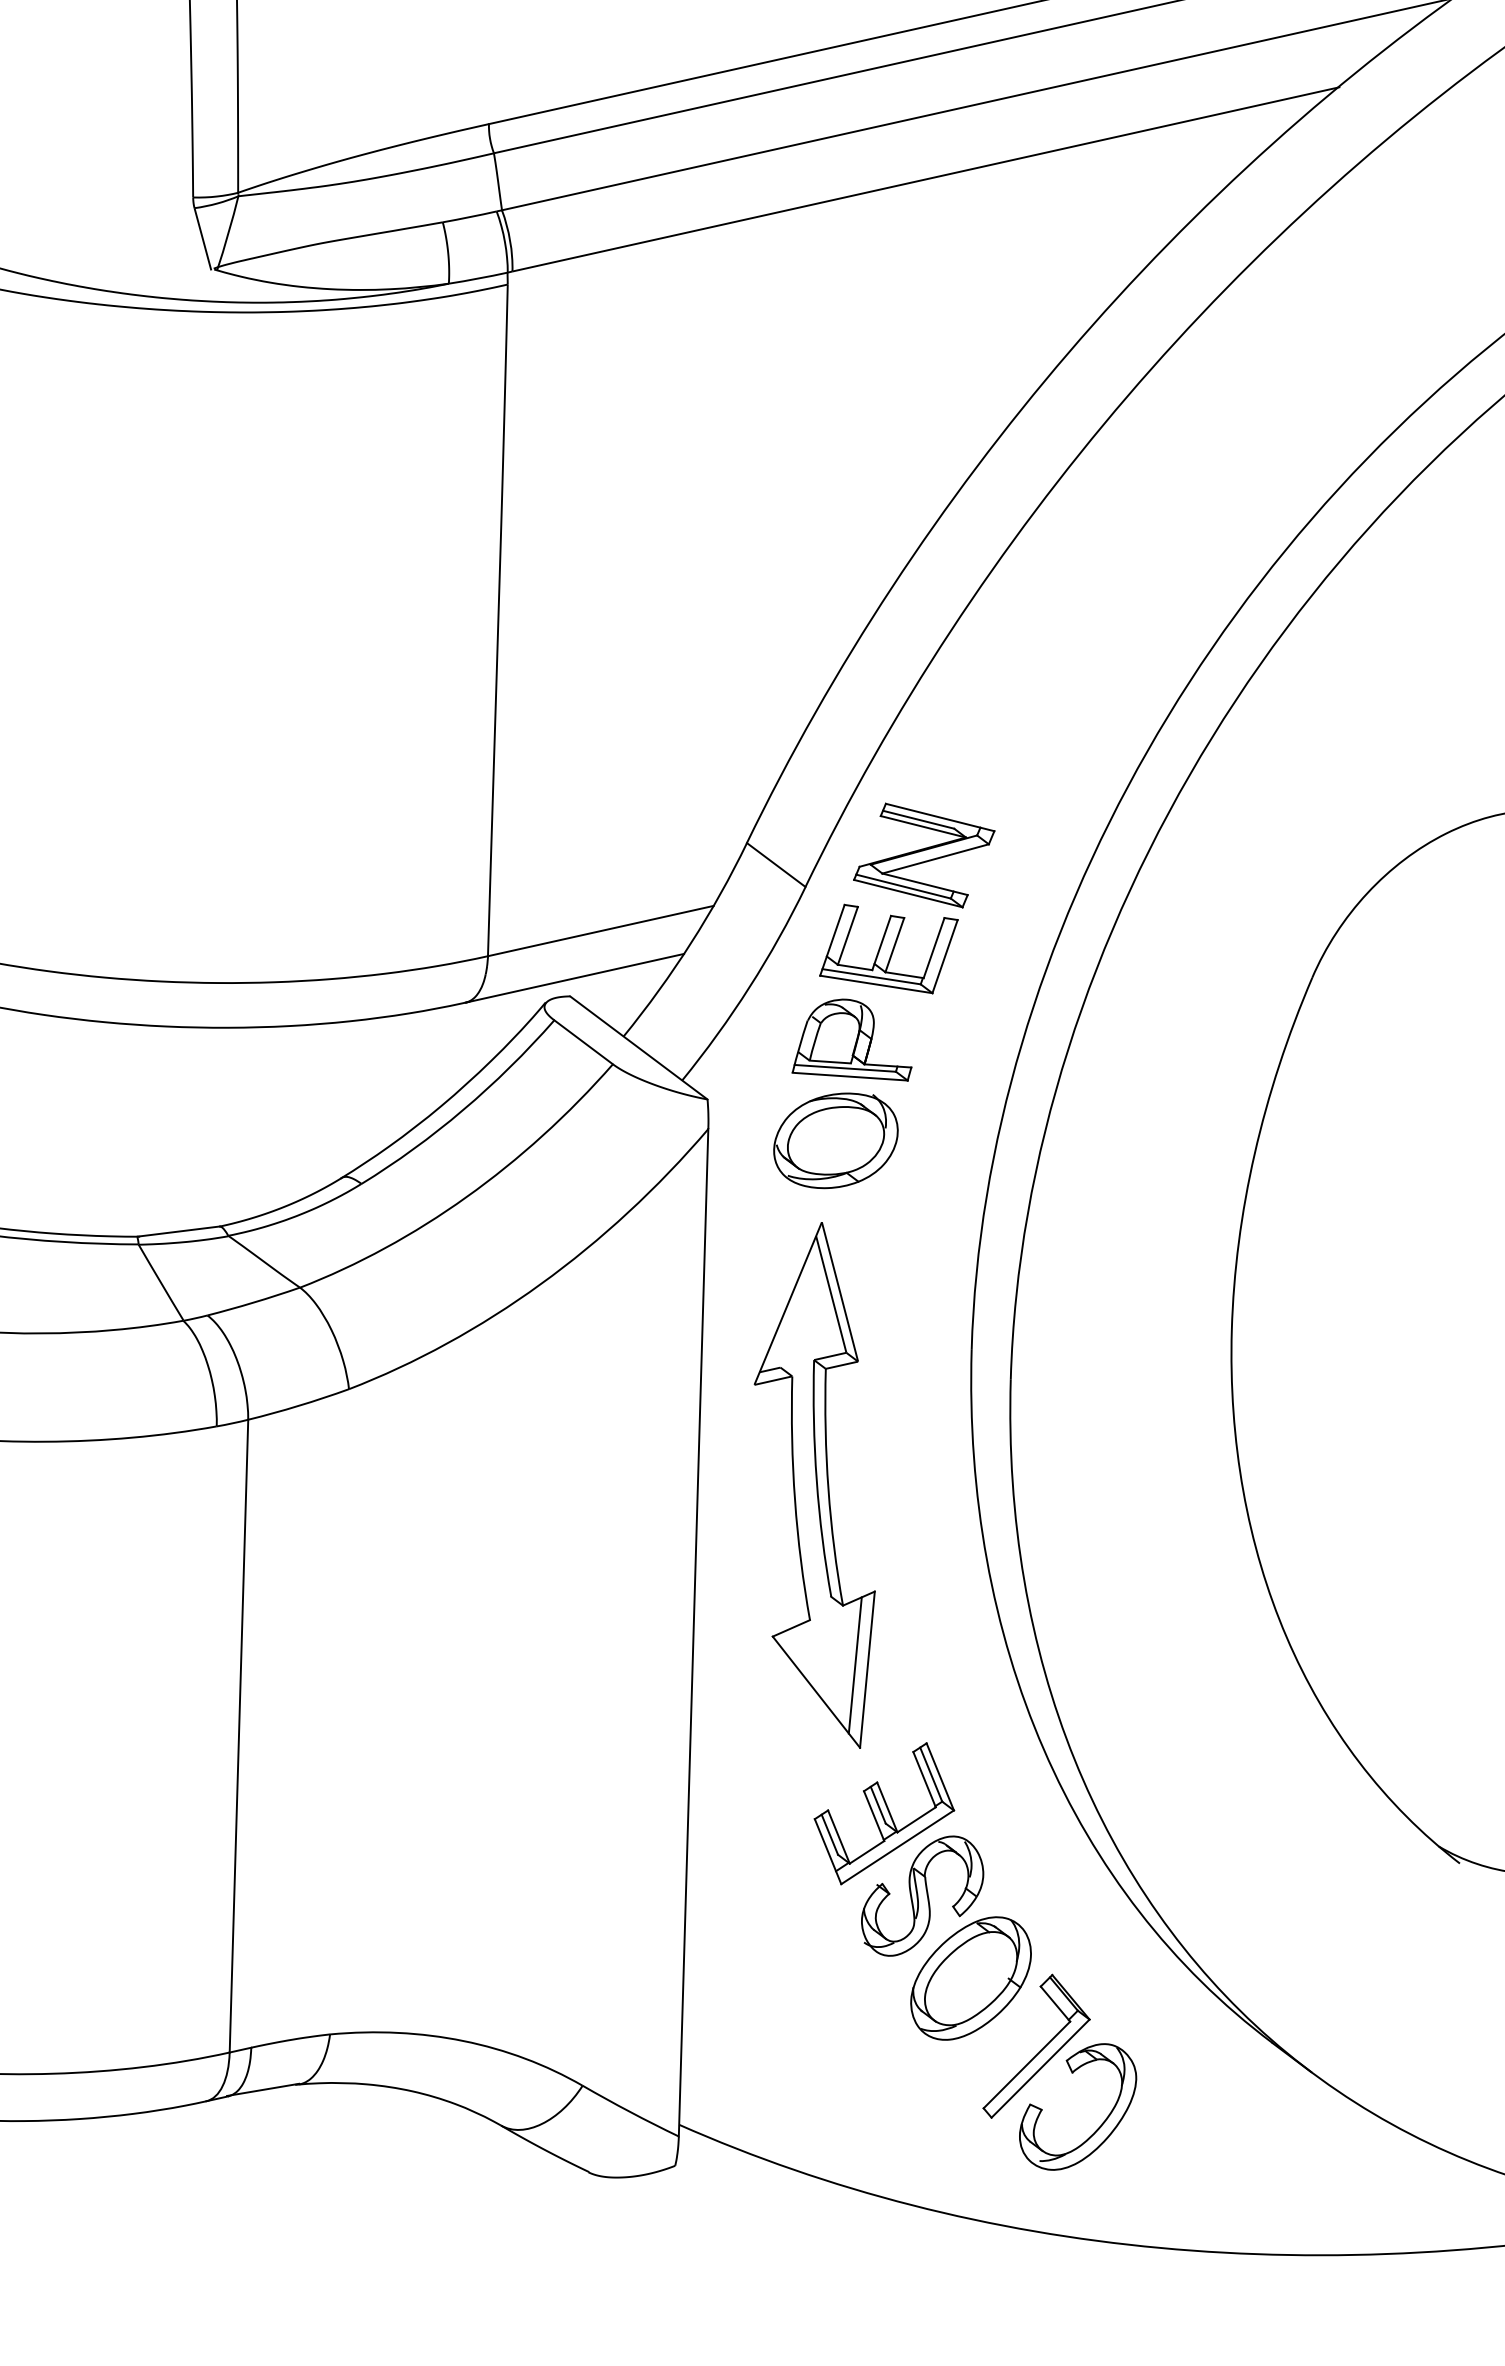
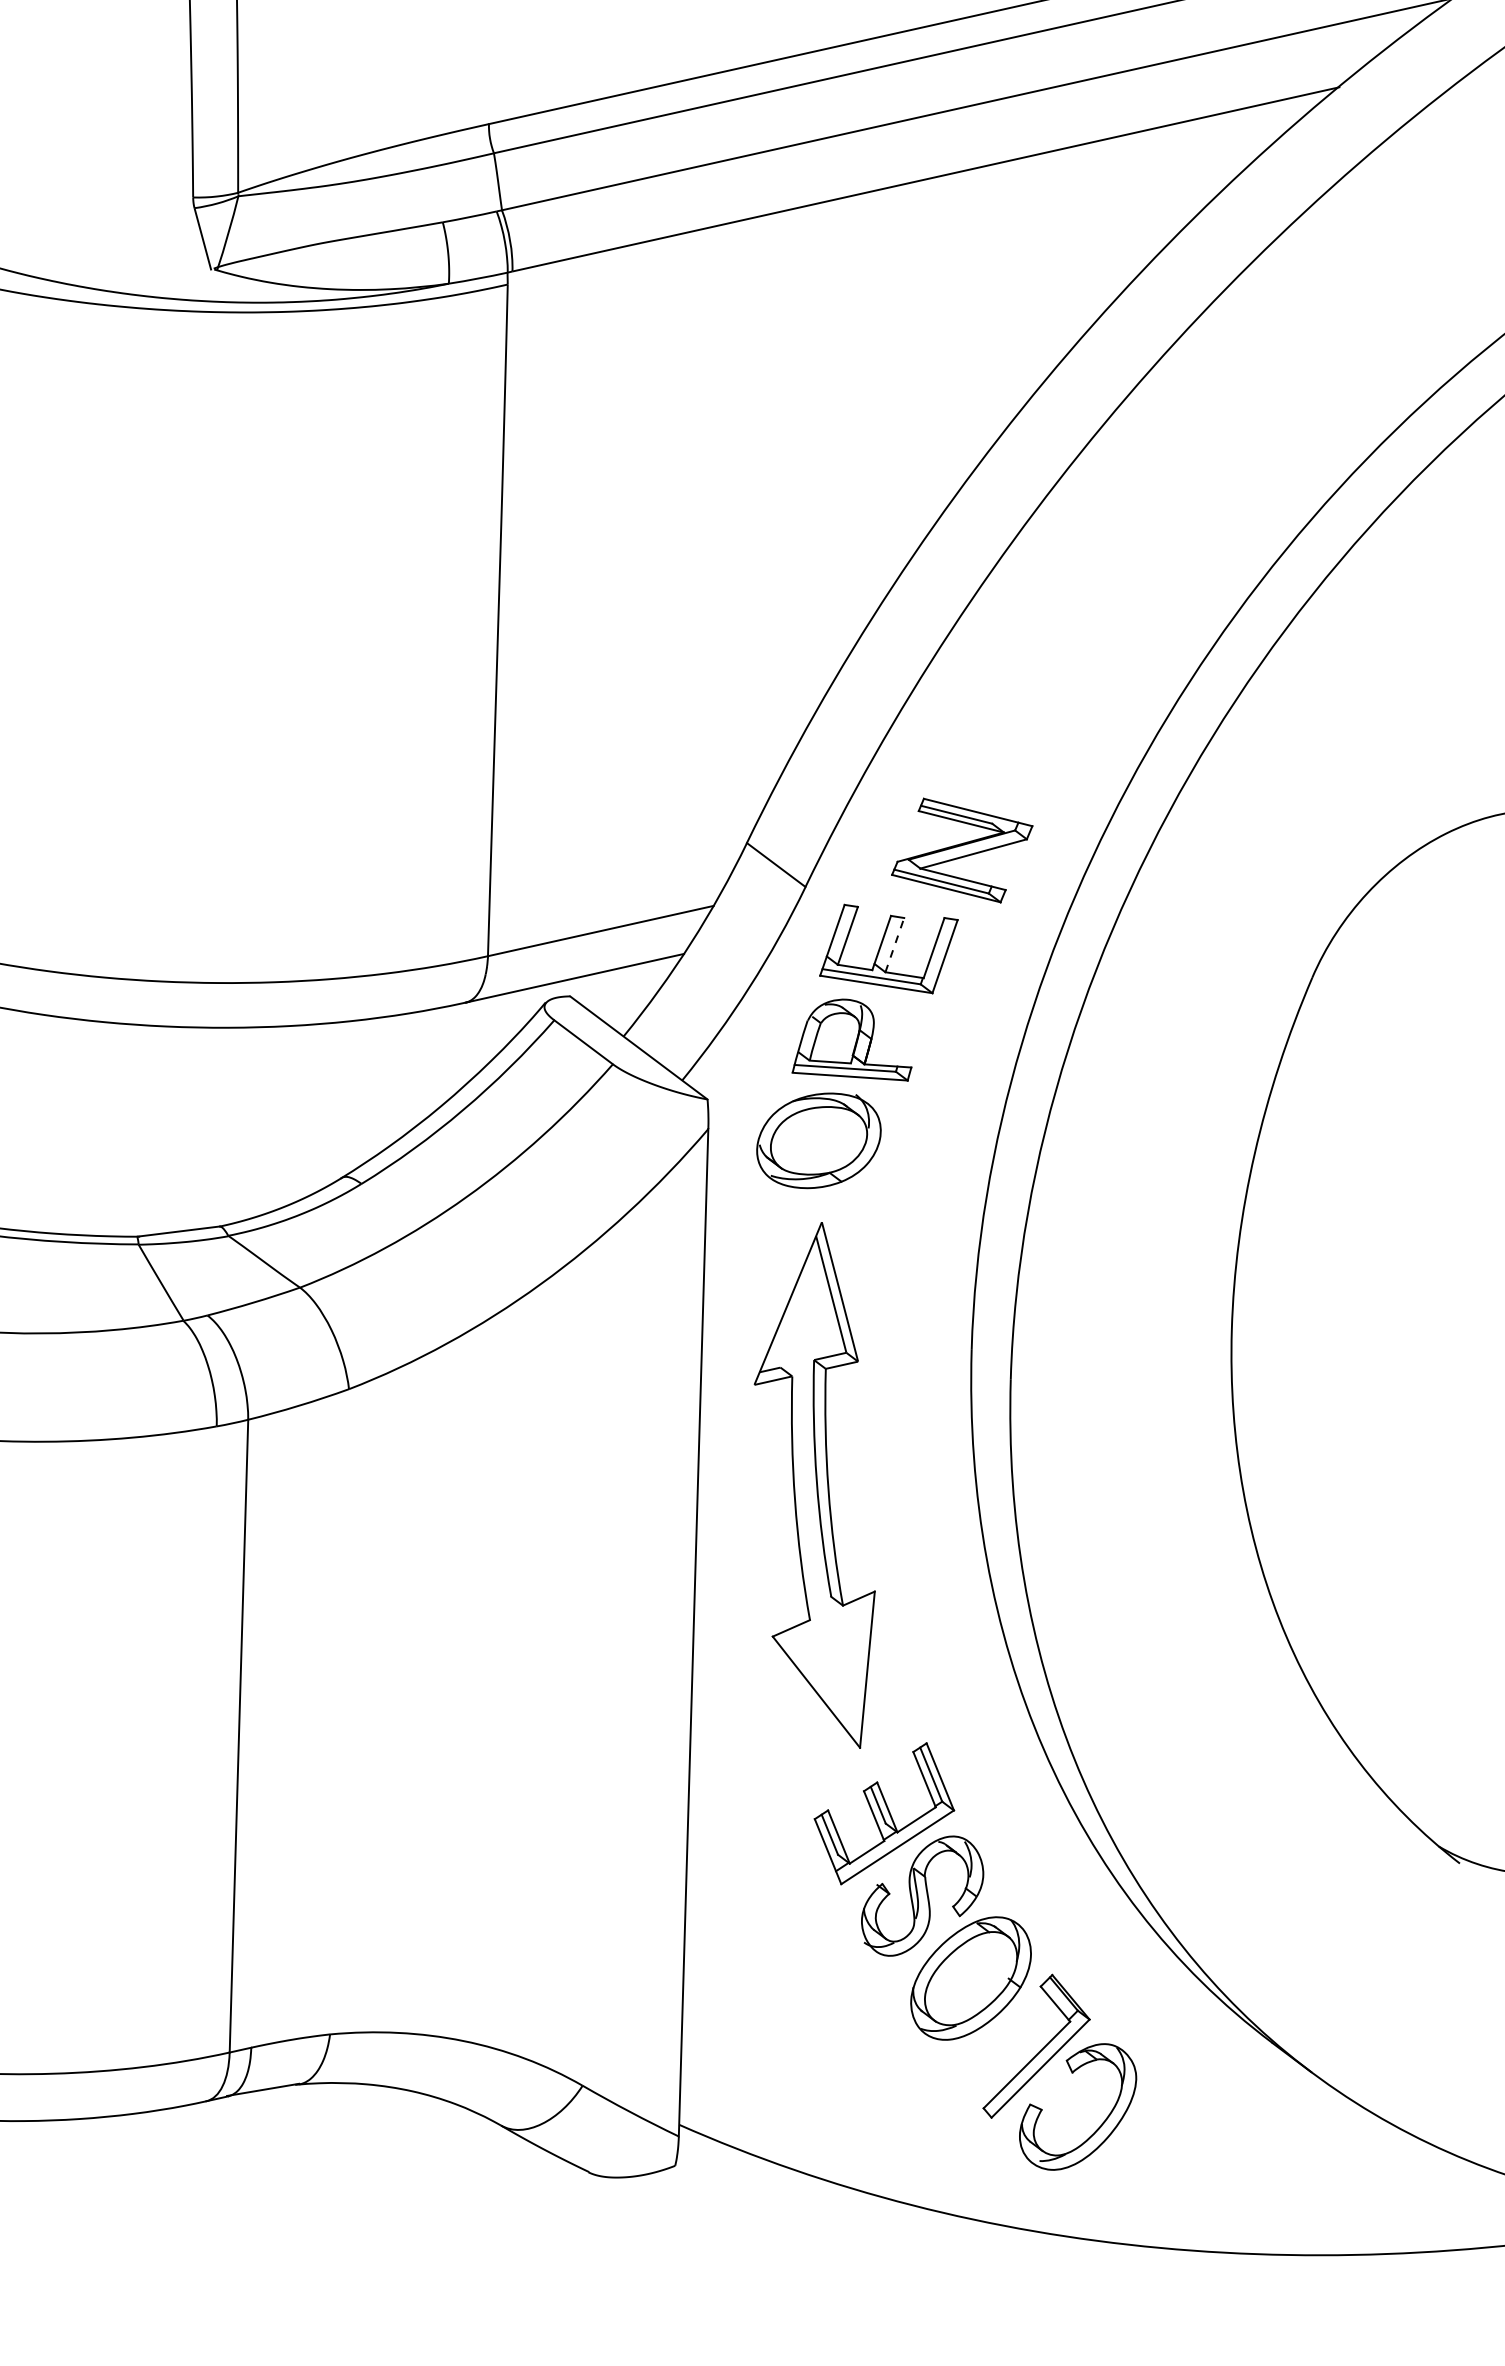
part at (924, 855) position: (924, 855) -> (962, 850)
line at (894, 945): solid -> dashed
part at (835, 1140) position: (835, 1140) -> (818, 1140)
line at (854, 1665): present -> none
